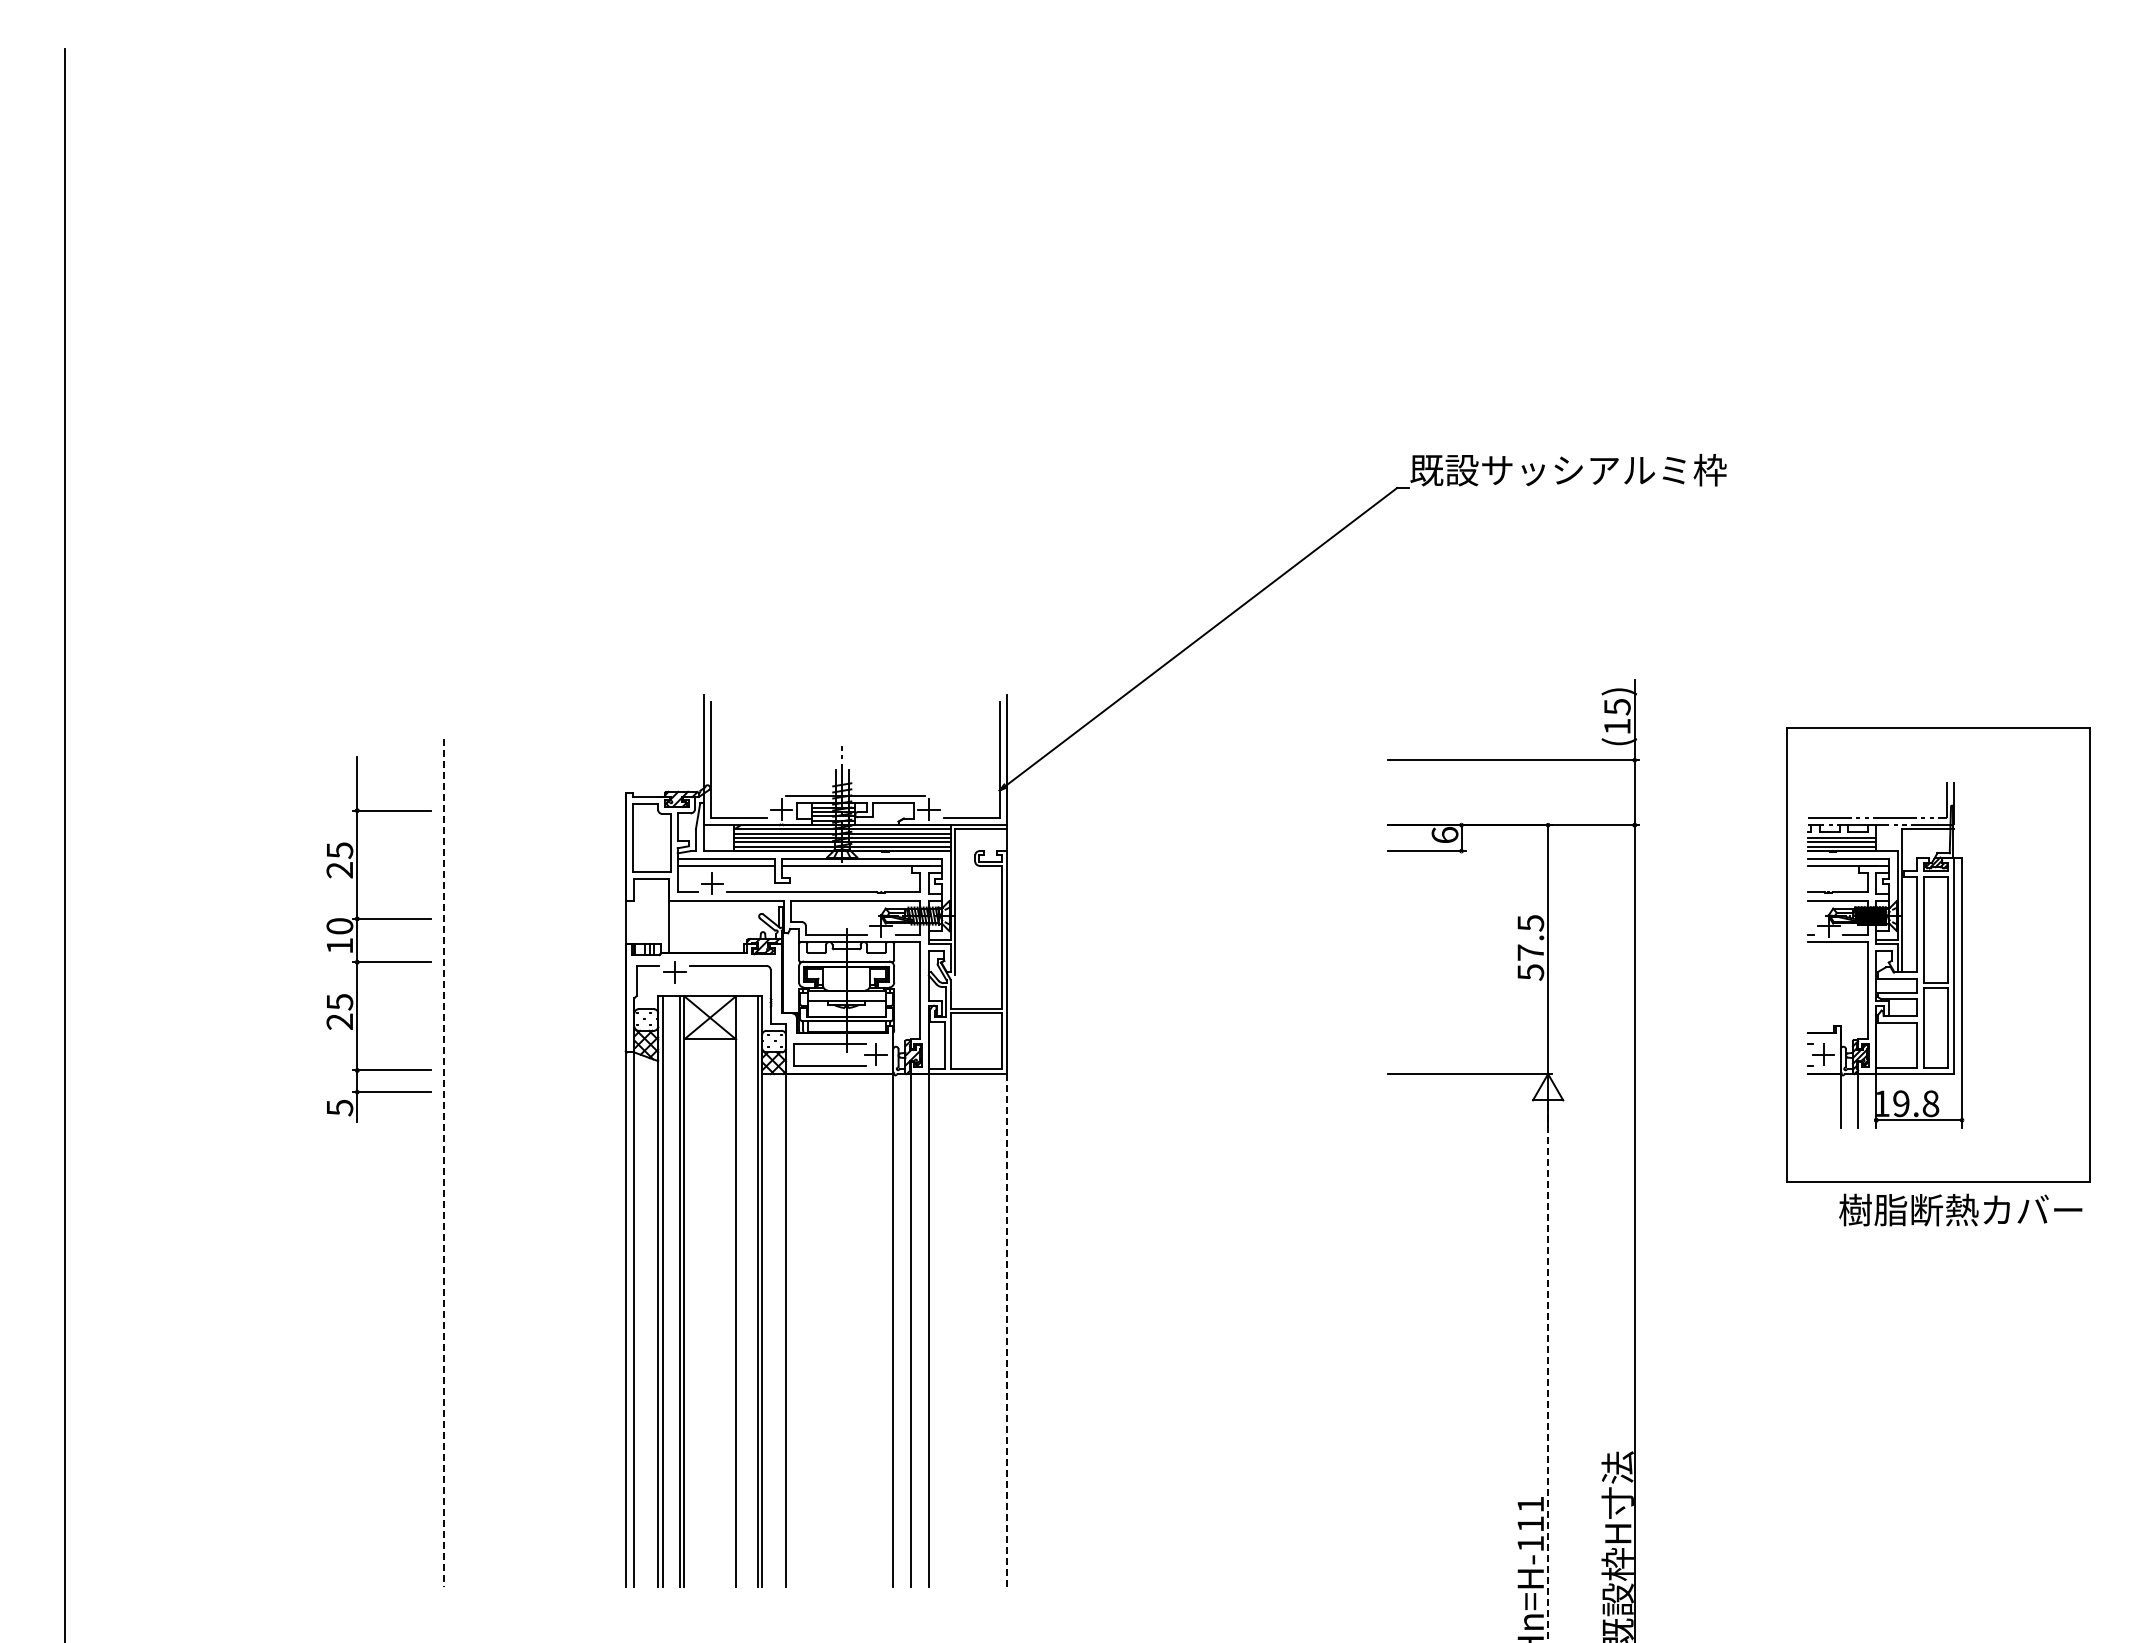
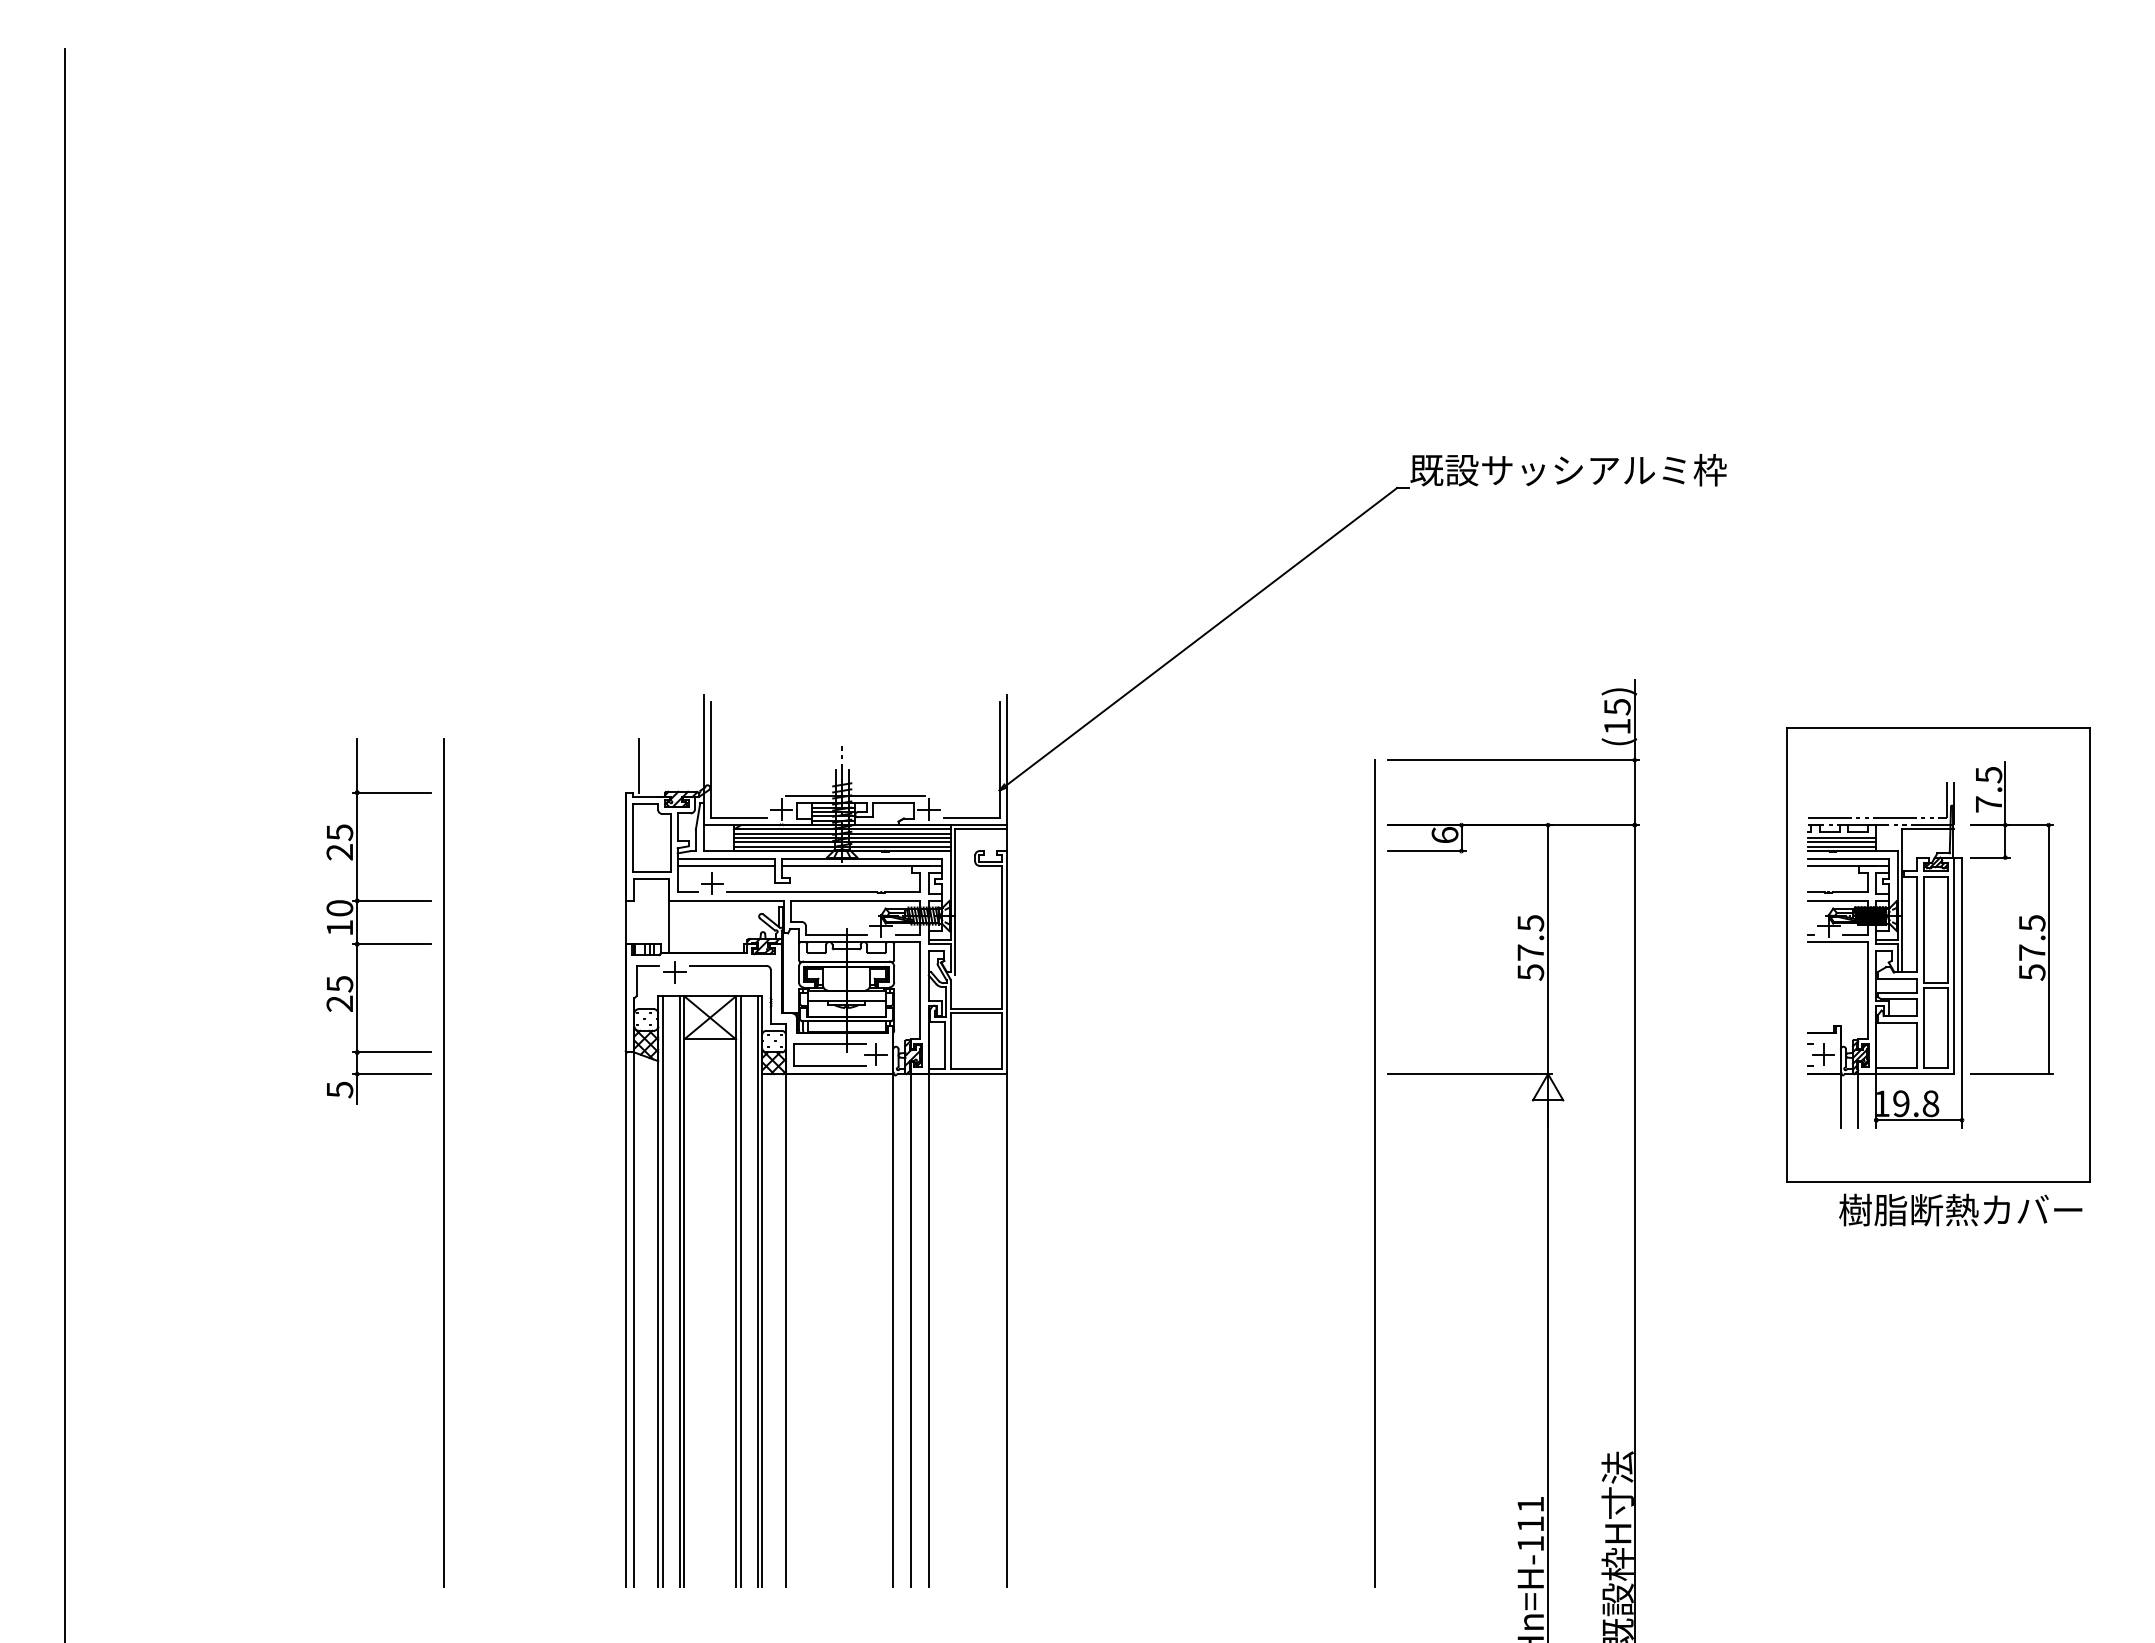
line at (638, 765): none -> present
part at (2019, 917): none -> present
part at (378, 919) position: (378, 919) -> (378, 901)
line at (443, 1163): dashed -> solid
line at (1374, 1173): none -> present
line at (740, 1291): none -> present
line at (1006, 1329): dashed -> solid
line at (1548, 1373): dashed -> solid
